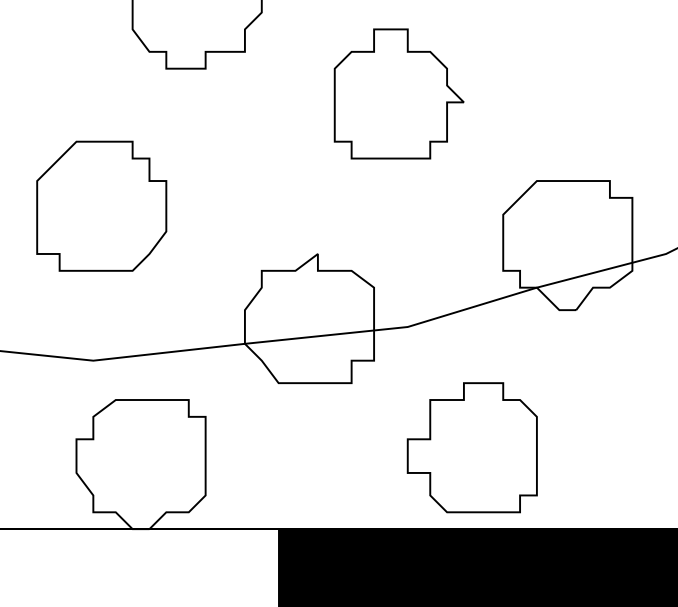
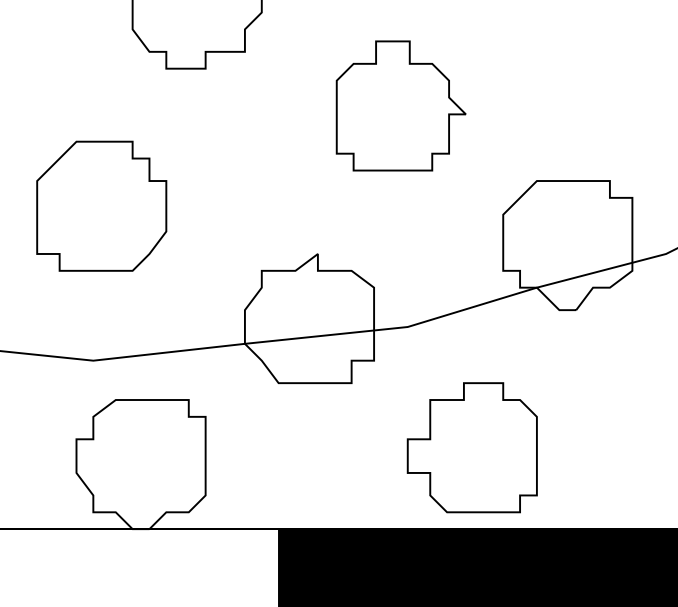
part at (398, 93) position: (398, 93) -> (400, 105)
